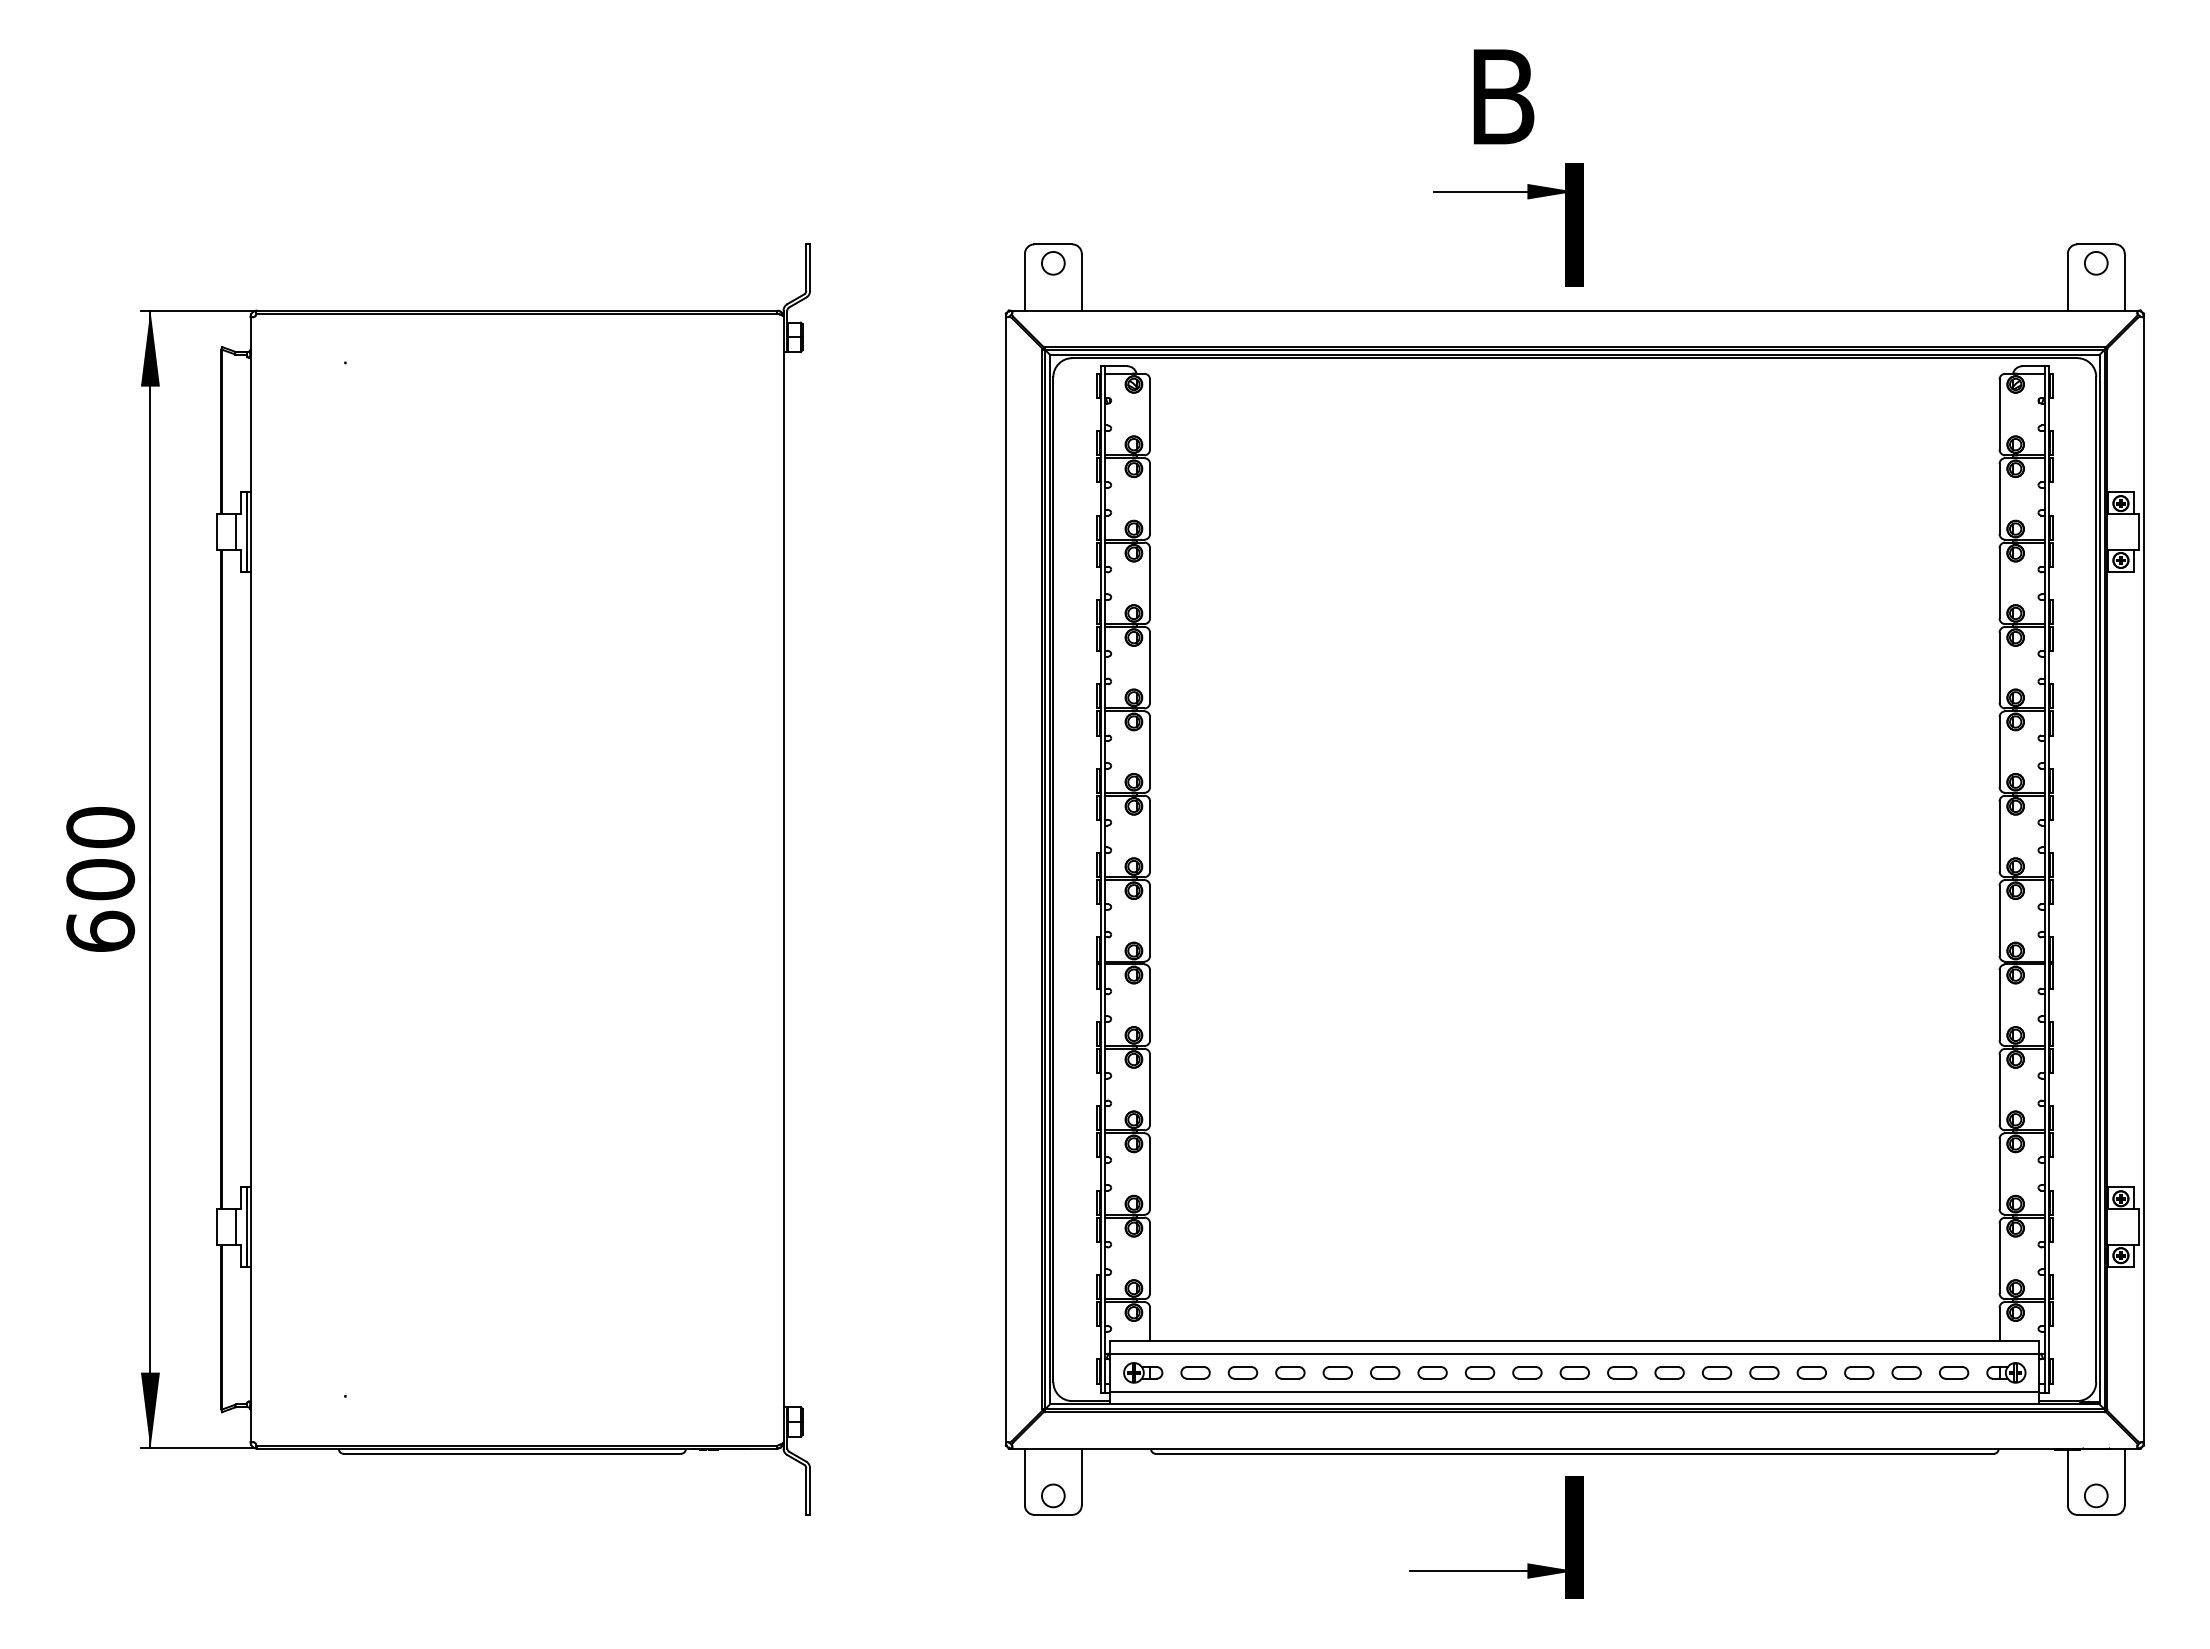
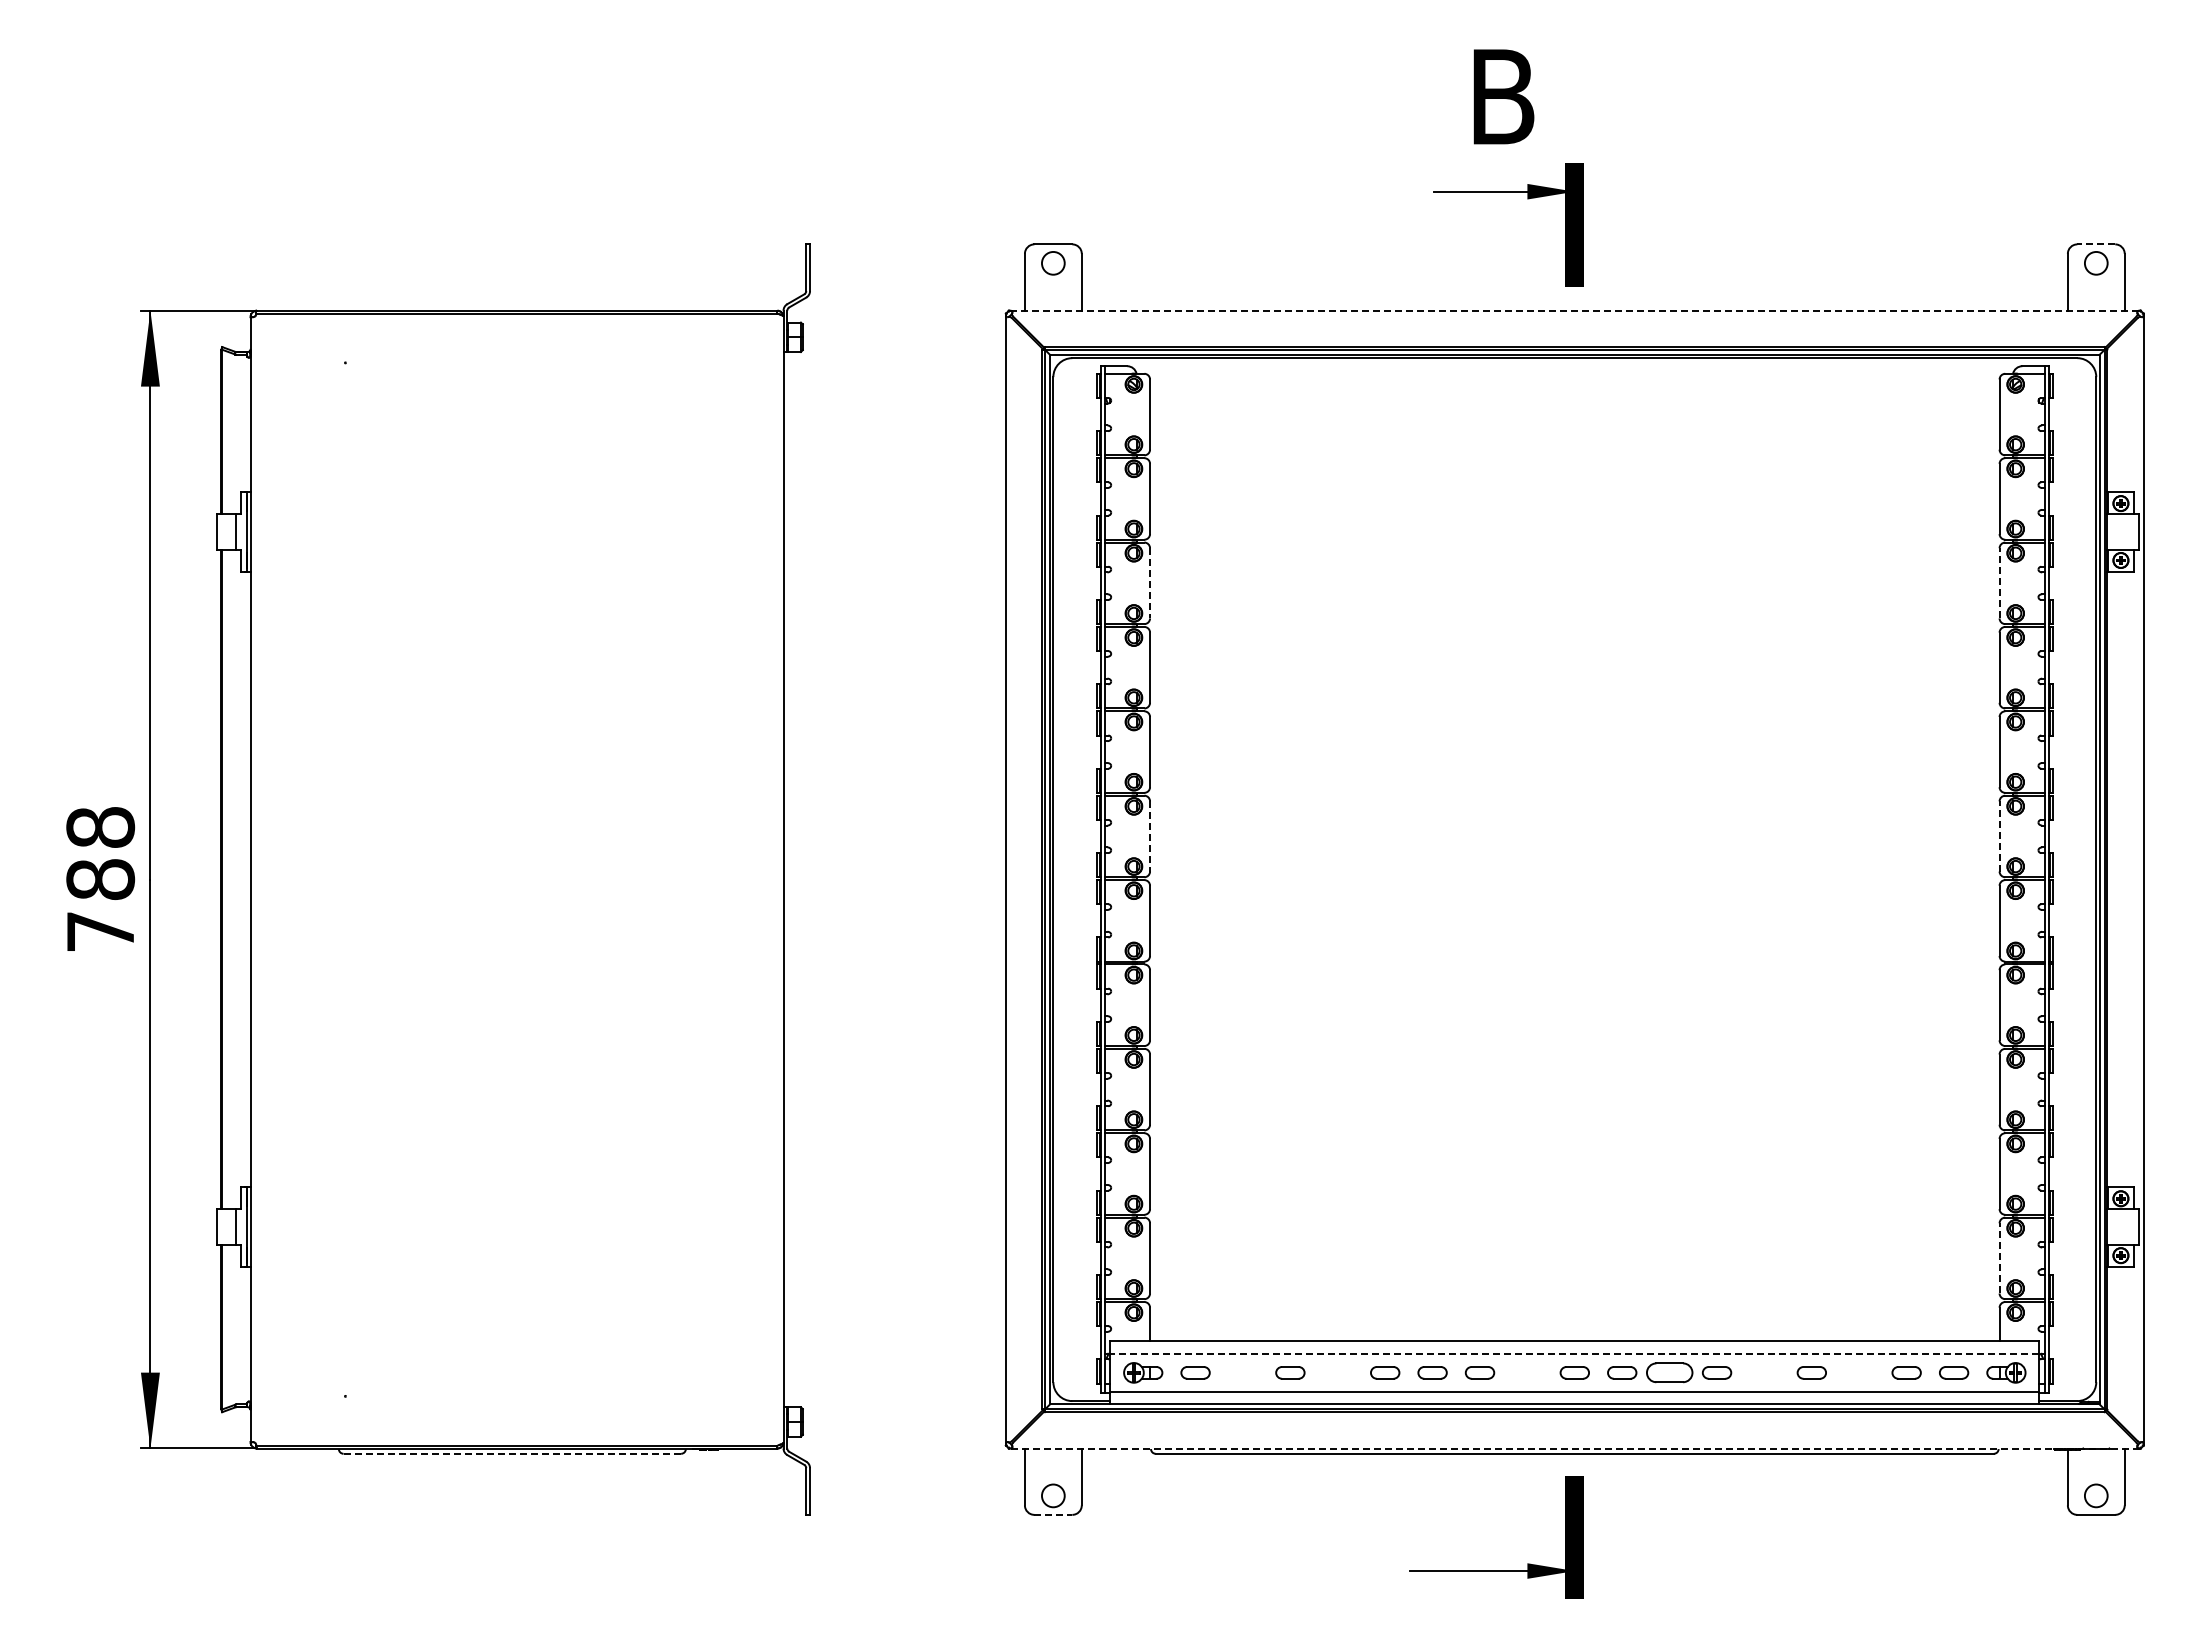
line at (2096, 244): solid -> dashed
line at (1575, 310): solid -> dashed
line at (1999, 582): solid -> dashed
line at (1150, 583): solid -> dashed
line at (1999, 835): solid -> dashed
line at (1150, 836): solid -> dashed
text at (100, 878): 600 -> 788
line at (1999, 1257): solid -> dashed
line at (1574, 1353): solid -> dashed
part at (1242, 1372): present -> none
part at (1337, 1372): present -> none
part at (1527, 1372): present -> none
part at (1669, 1372) size: 31x14 px -> 48x22 px
part at (1764, 1372): present -> none
part at (1859, 1372): present -> none
line at (1574, 1448): solid -> dashed
line at (512, 1453): solid -> dashed
line at (1053, 1514): solid -> dashed
